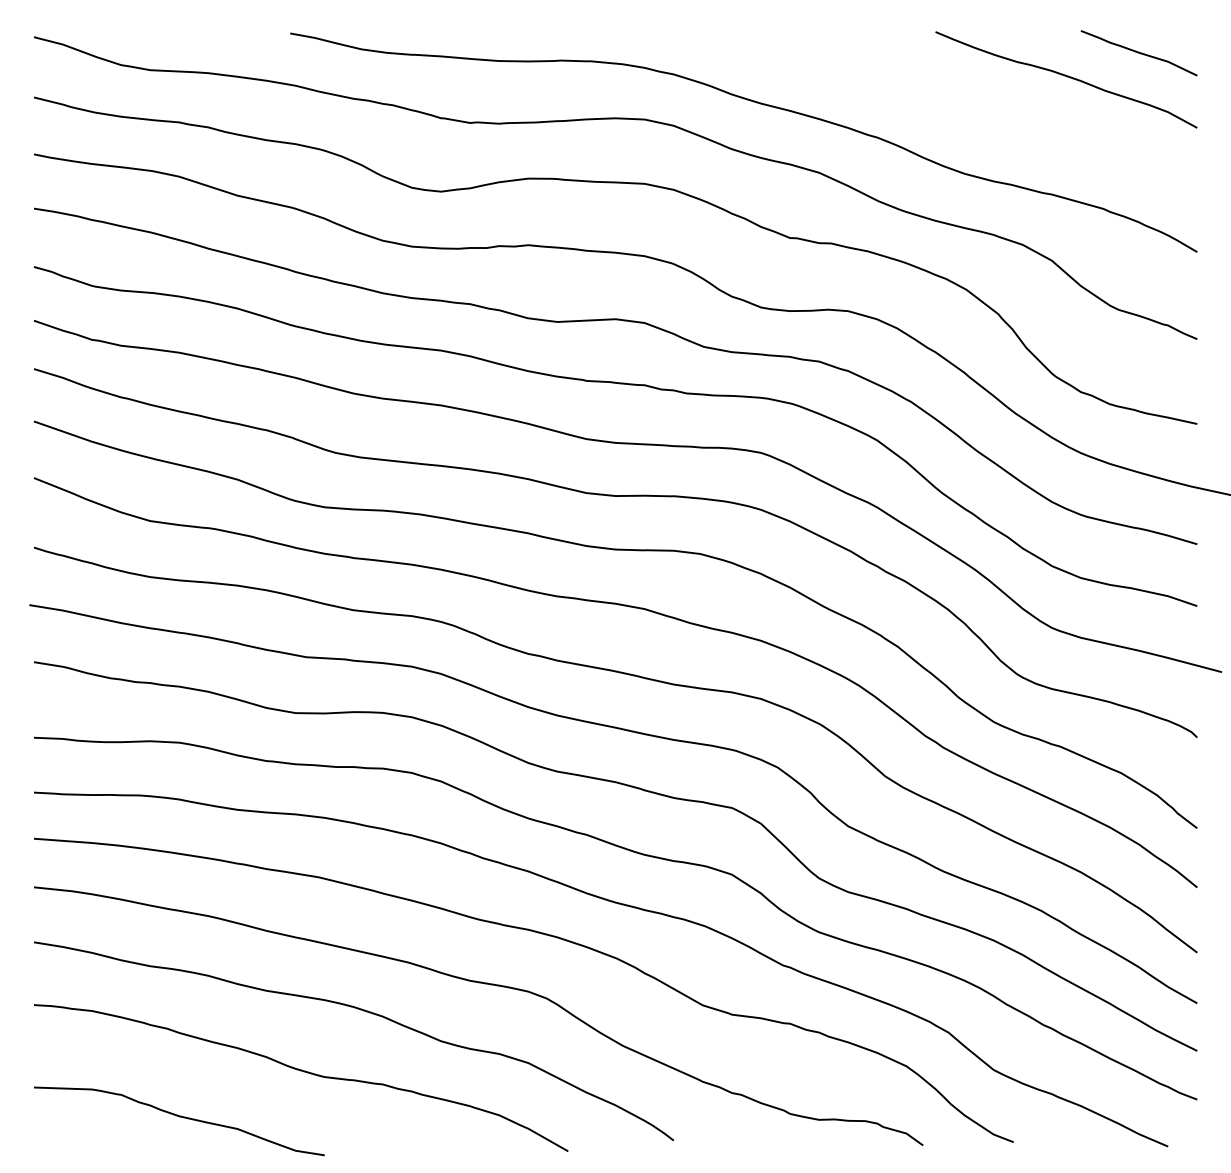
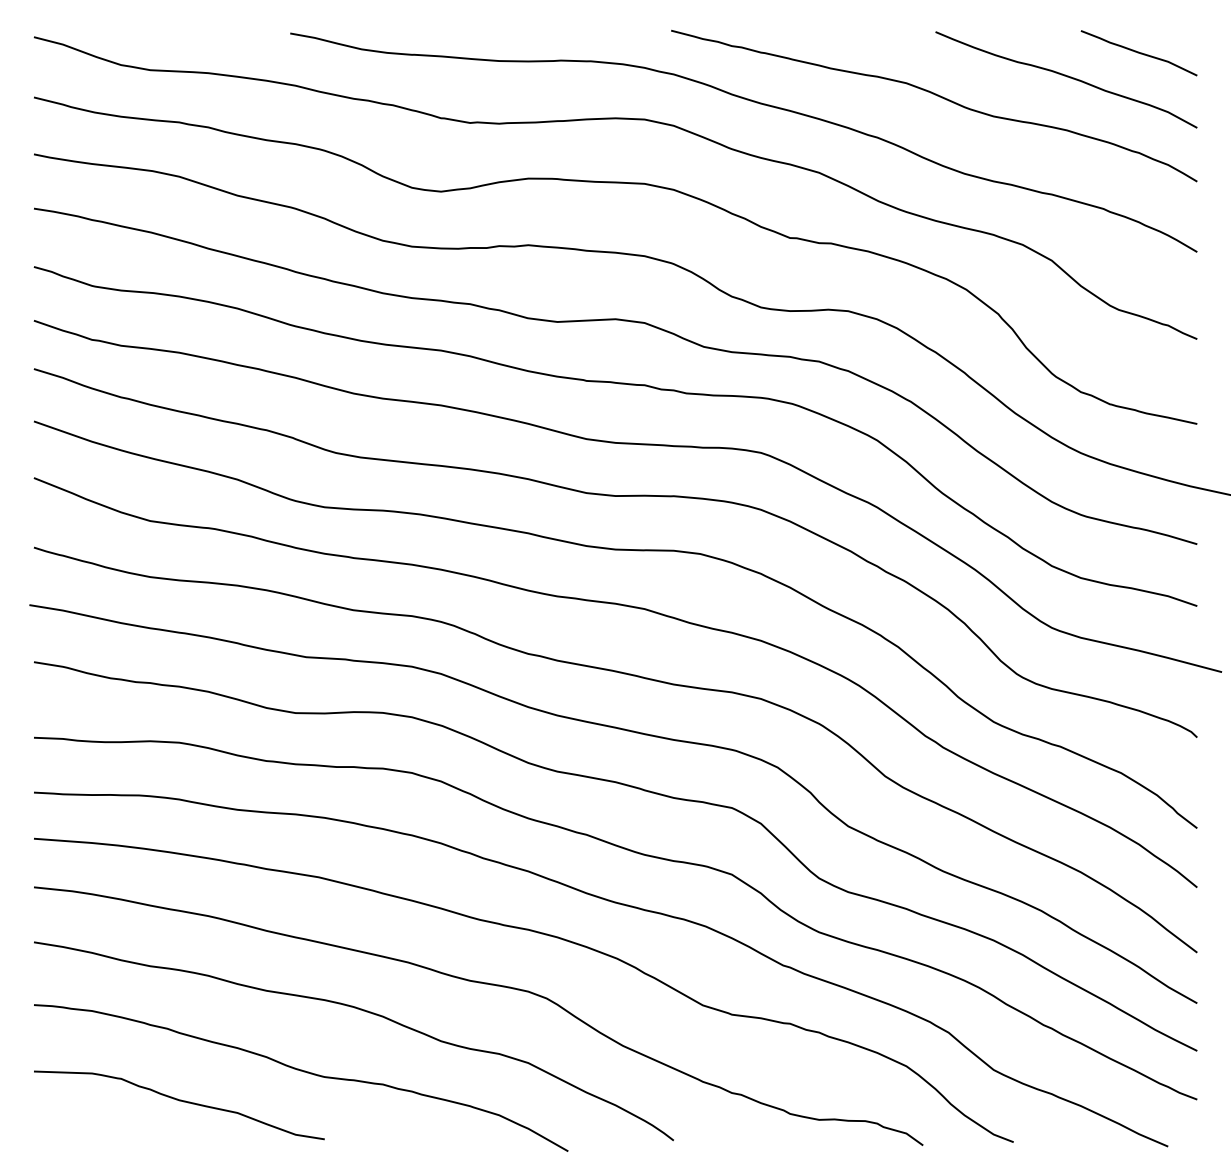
curve at (939, 97): none -> present
curve at (179, 1117) position: (179, 1117) -> (179, 1101)
